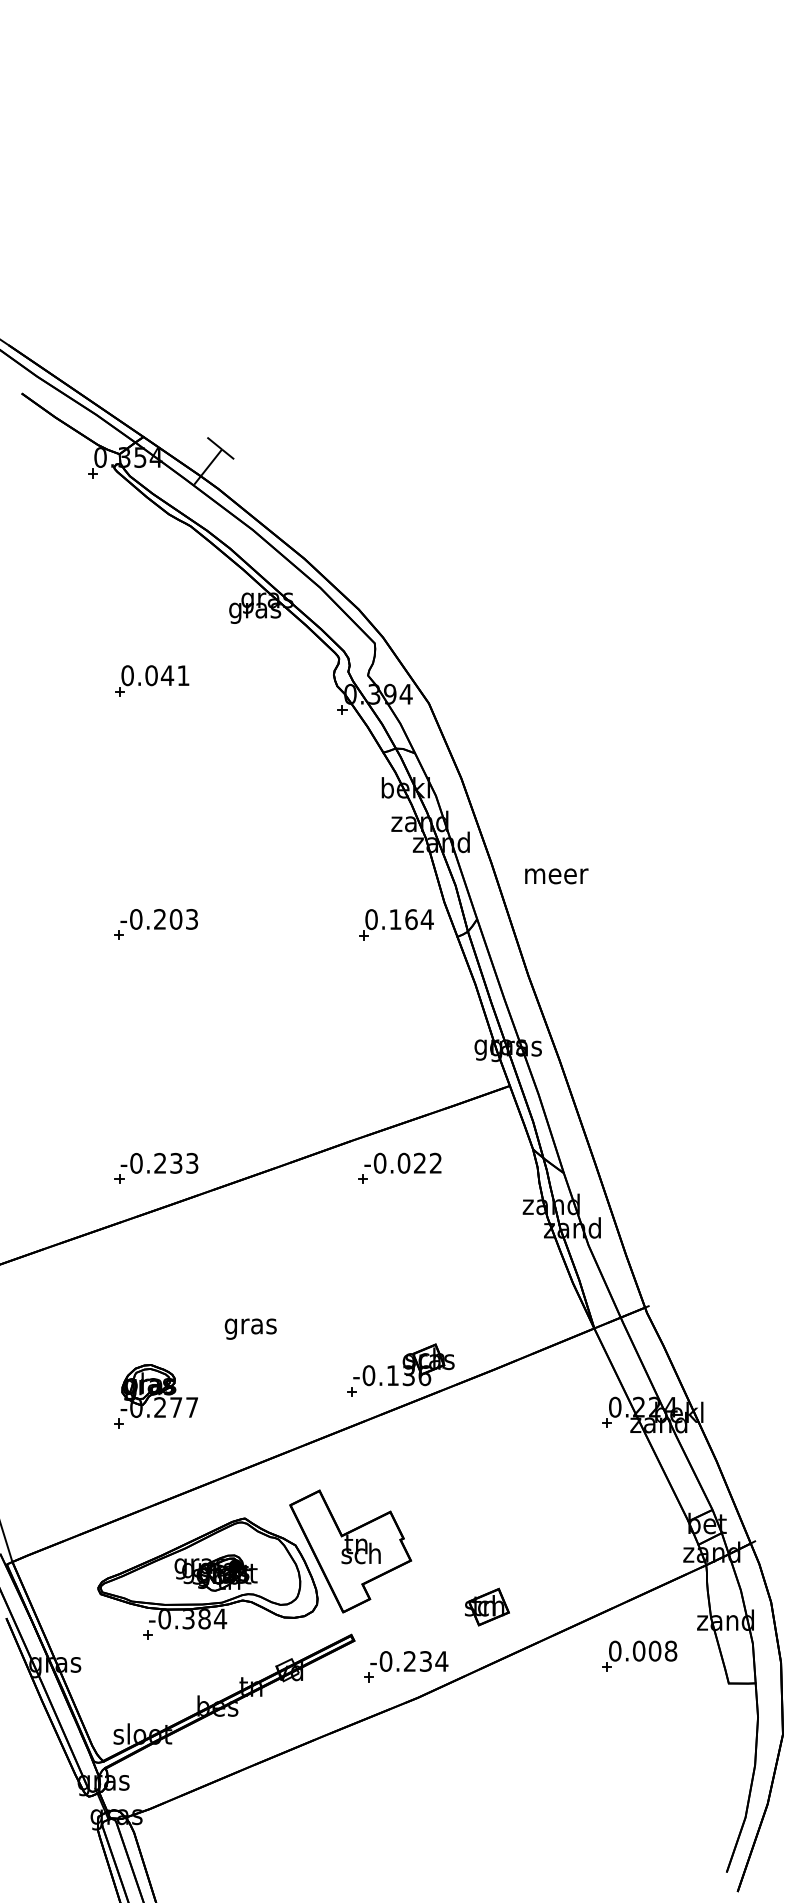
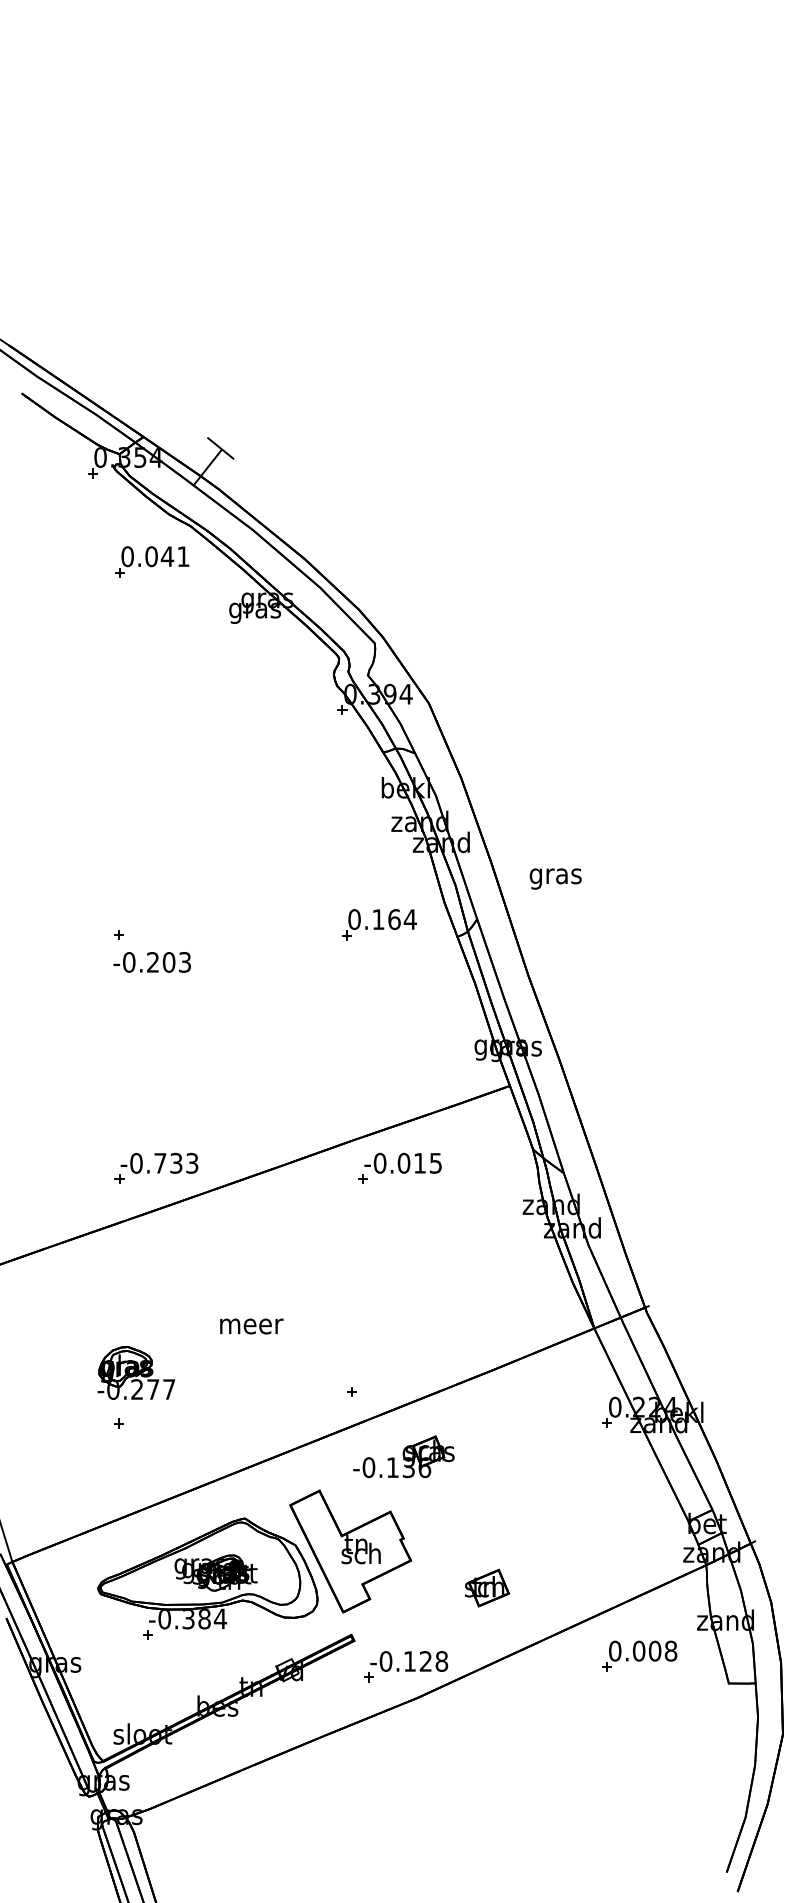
part at (152, 680) position: (152, 680) -> (152, 561)
text at (556, 878): meer -> gras
text at (158, 919) position: (158, 919) -> (151, 962)
part at (396, 924) position: (396, 924) -> (379, 924)
text at (160, 1162): -0.233 -> -0.733
text at (427, 1162): -0.022 -> -0.015
text at (251, 1328): gras -> meer
part at (403, 1364) position: (403, 1364) -> (403, 1456)
part at (158, 1390) position: (158, 1390) -> (135, 1372)
part at (487, 1606) position: (487, 1606) -> (487, 1587)
text at (425, 1661): -0.234 -> -0.128
